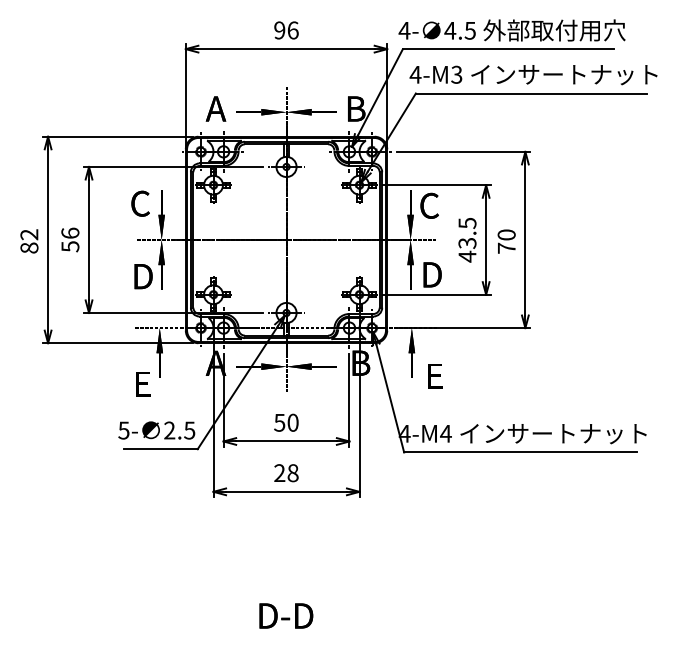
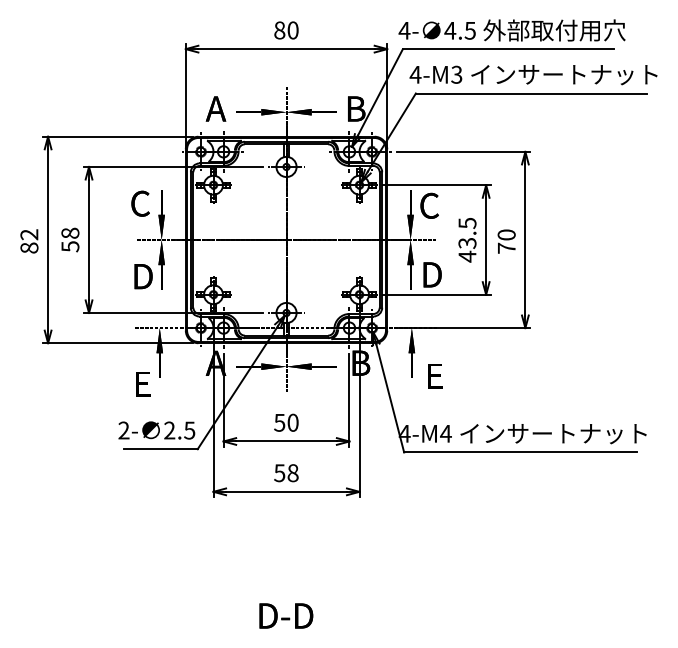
text at (286, 30): 96 -> 80
text at (70, 232): 56 -> 58
text at (123, 430): 5- -> 2-
text at (279, 473): 28 -> 58
